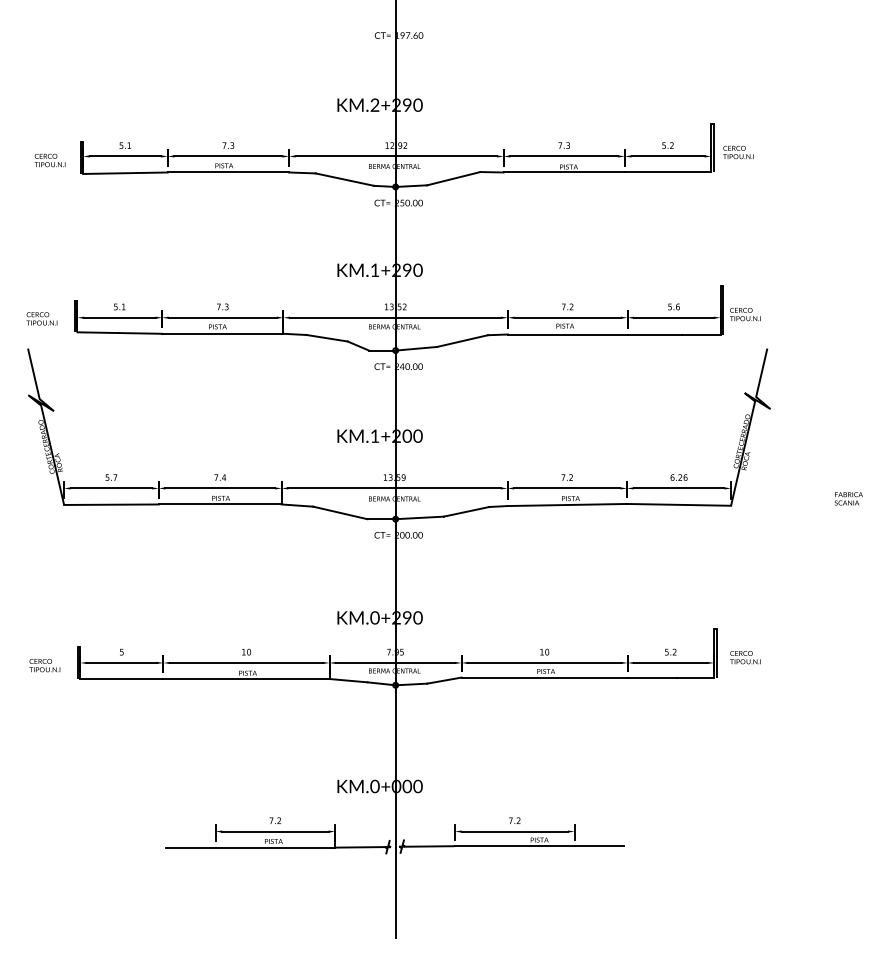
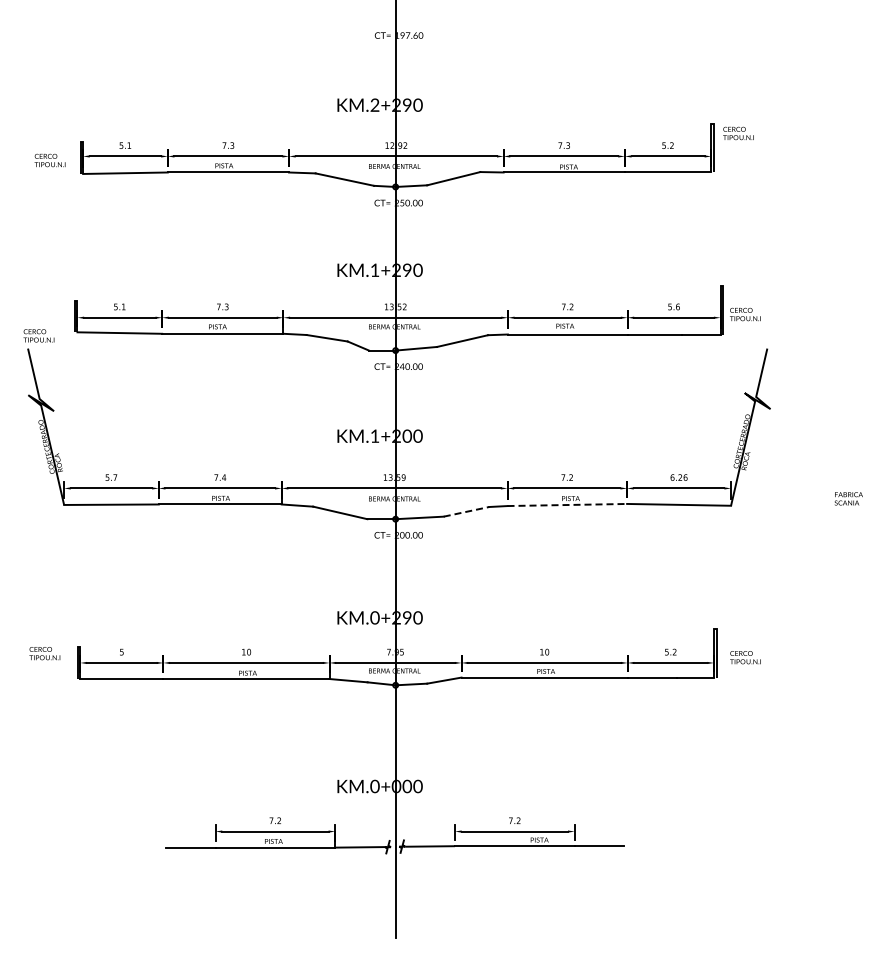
text at (738, 152) position: (738, 152) -> (738, 133)
text at (41, 318) position: (41, 318) -> (38, 335)
line at (567, 505): solid -> dashed
line at (467, 511): solid -> dashed
text at (44, 665) position: (44, 665) -> (44, 653)
